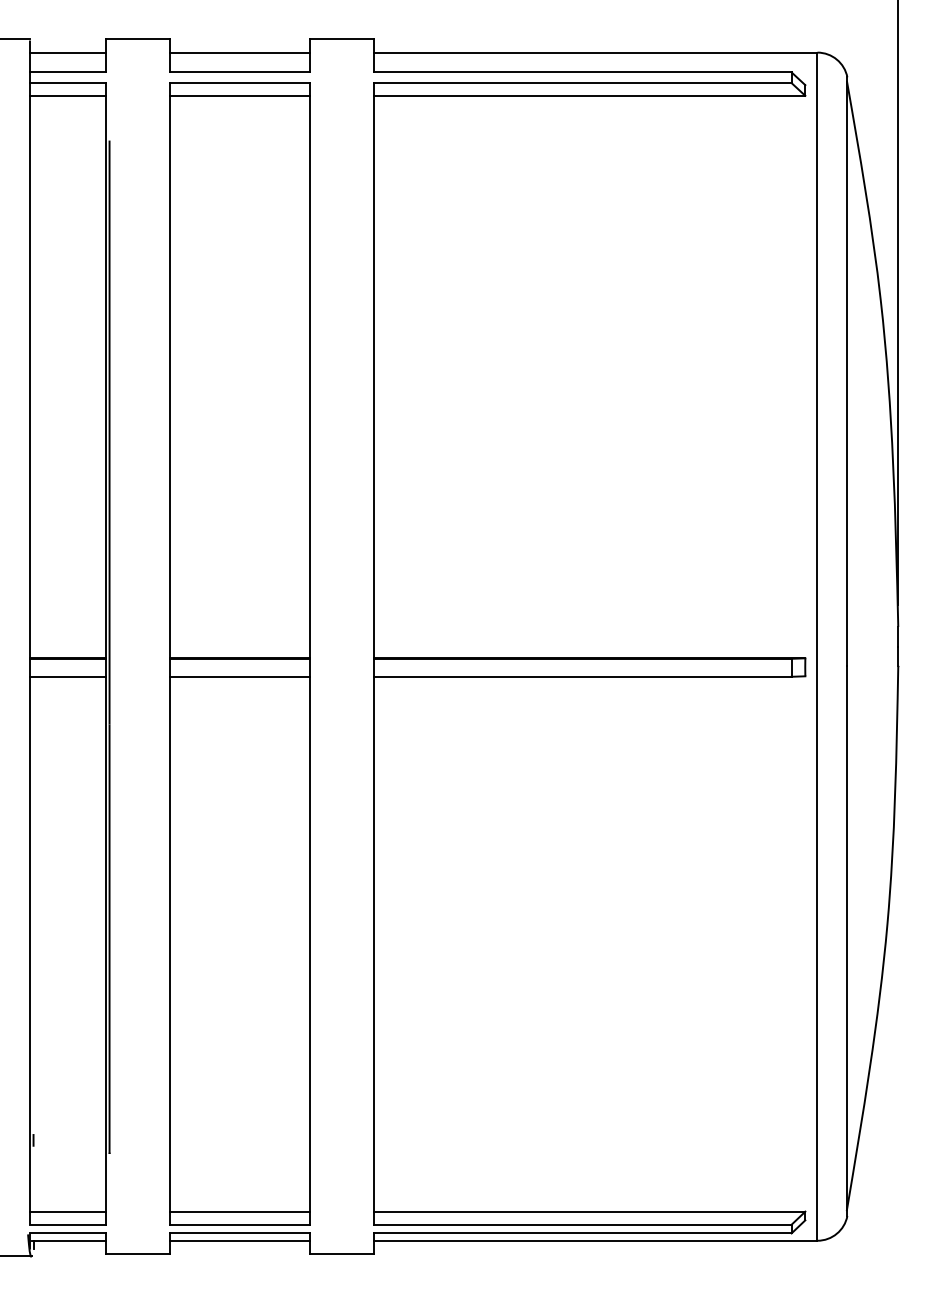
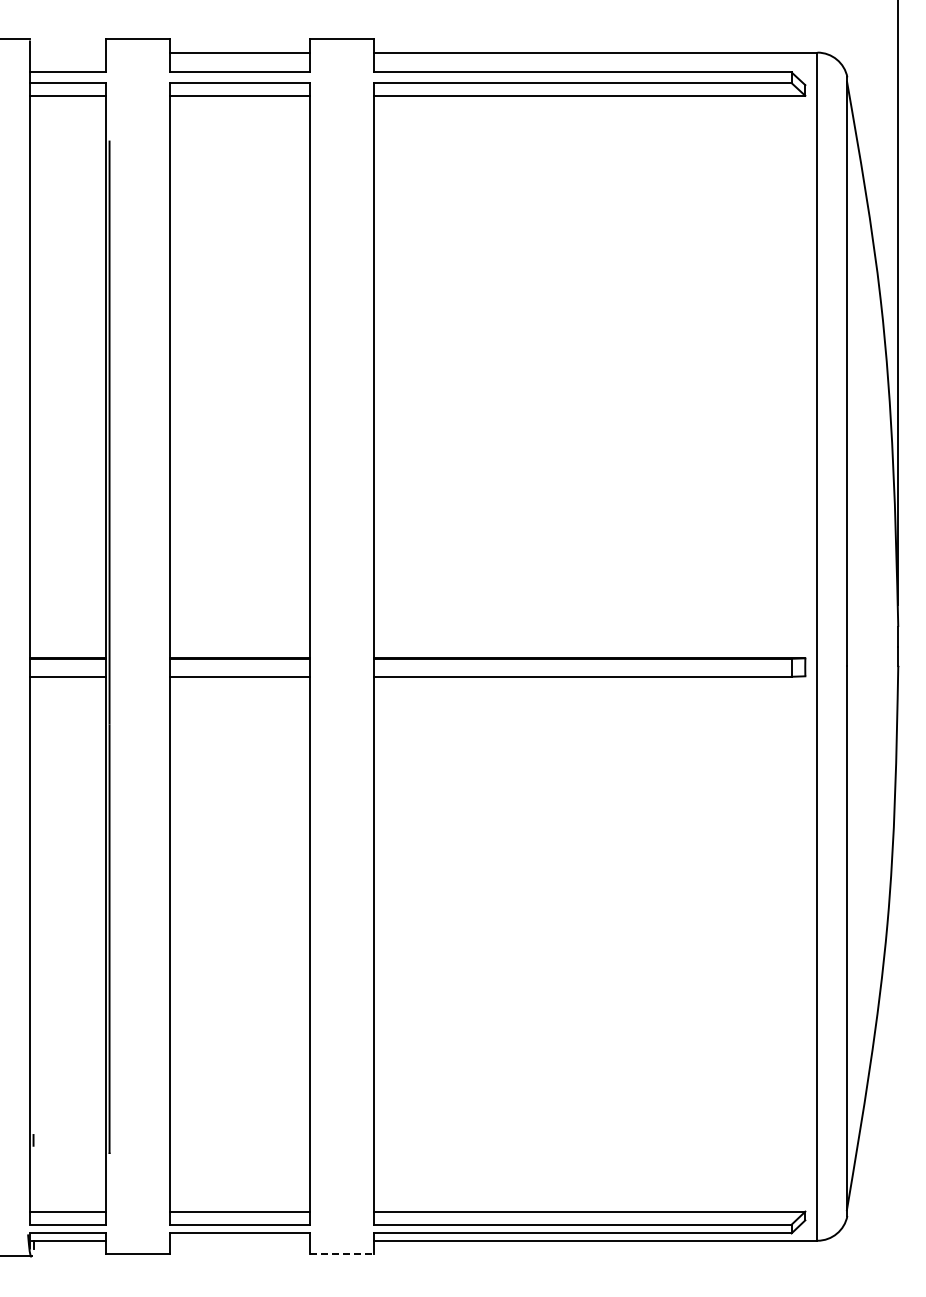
line at (67, 52): present -> none
line at (240, 1240): present -> none
line at (342, 1254): solid -> dashed
